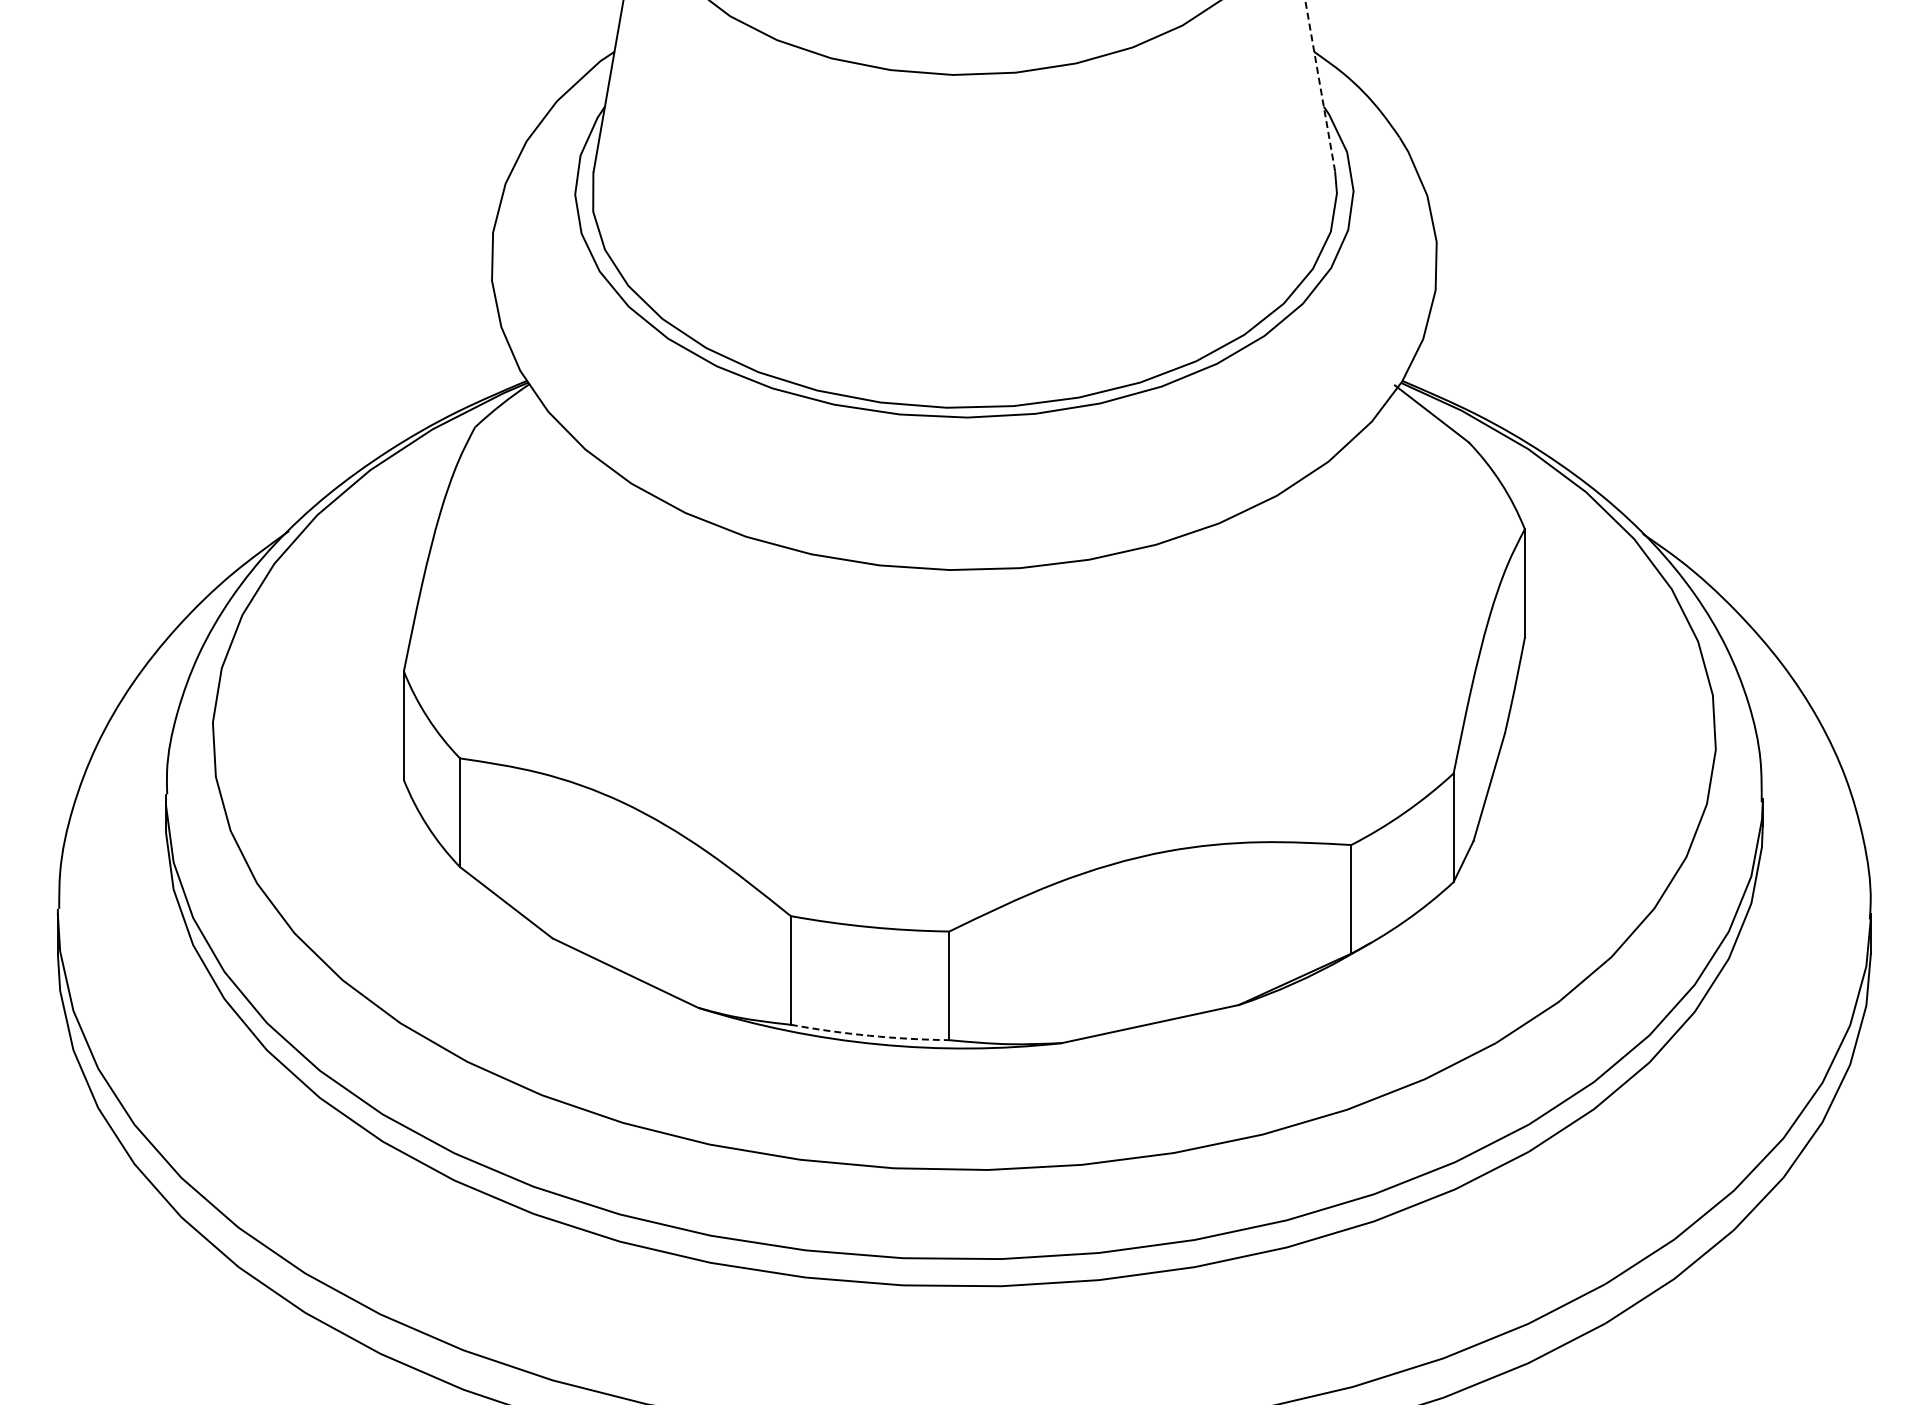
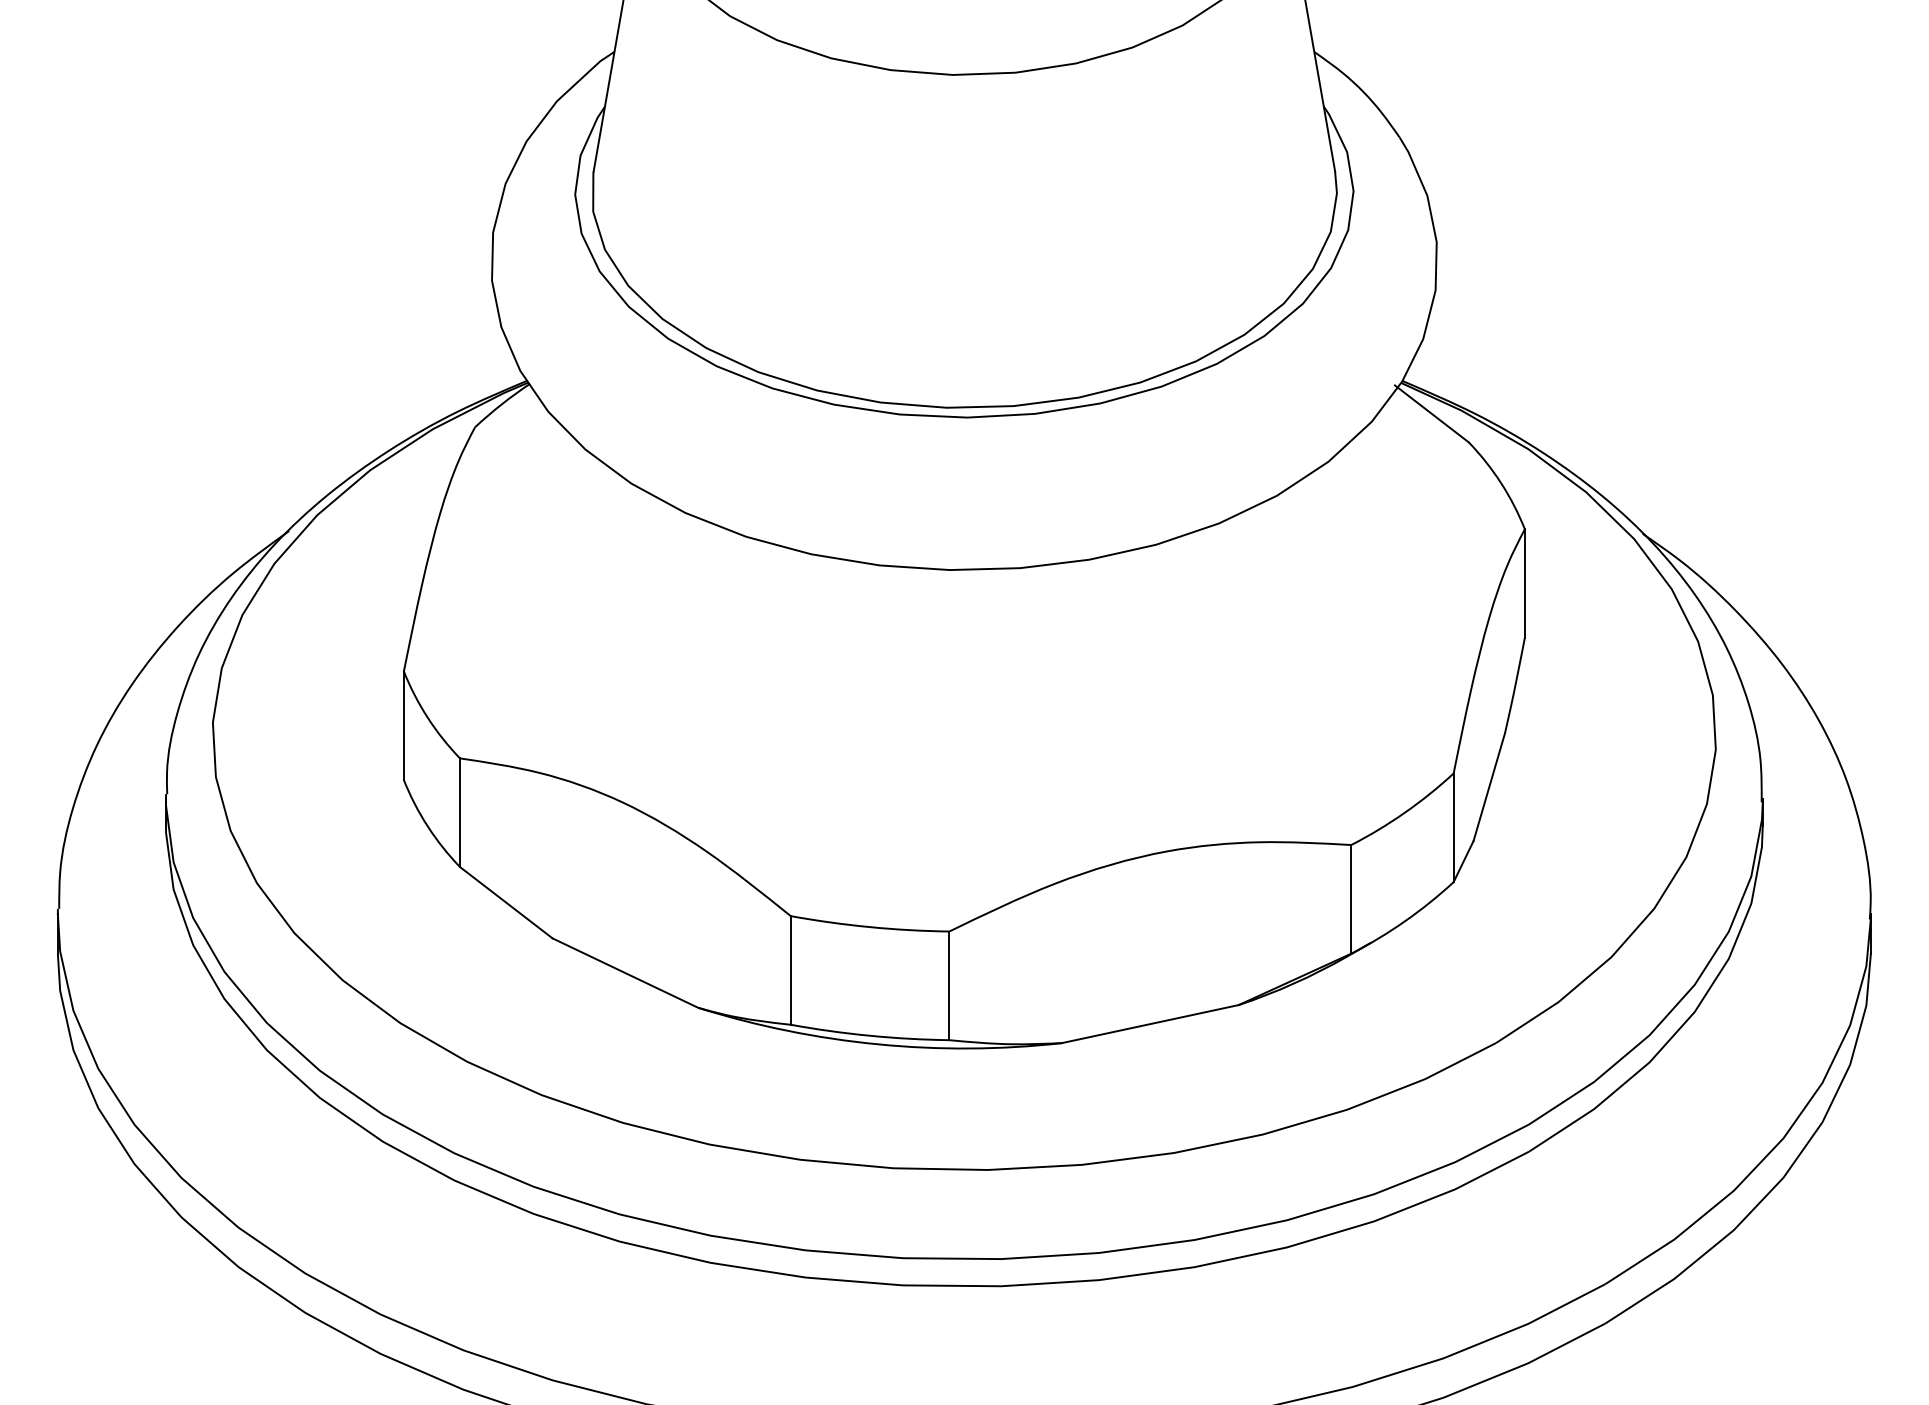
line at (1320, 85): dashed -> solid
arc at (869, 1035): dashed -> solid
